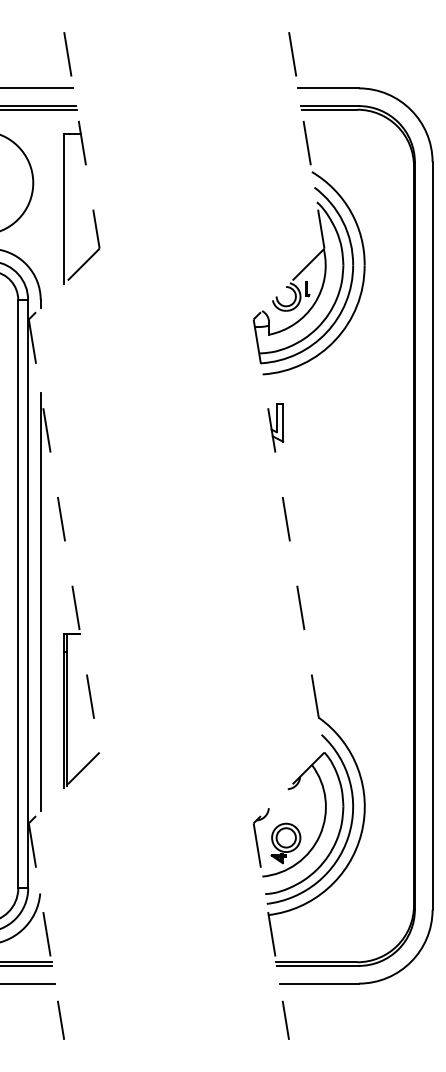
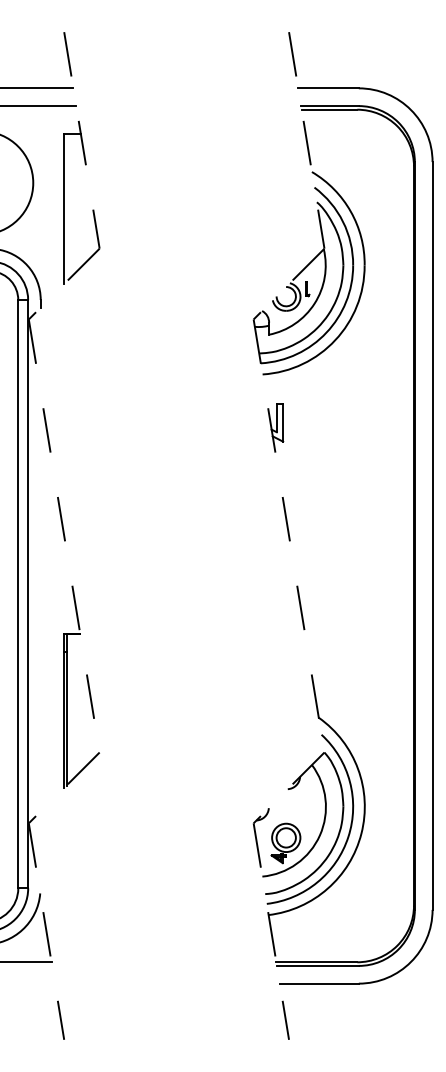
line at (39, 109): present -> none
line at (40, 601): present -> none
line at (27, 965): present -> none
line at (28, 983): present -> none
